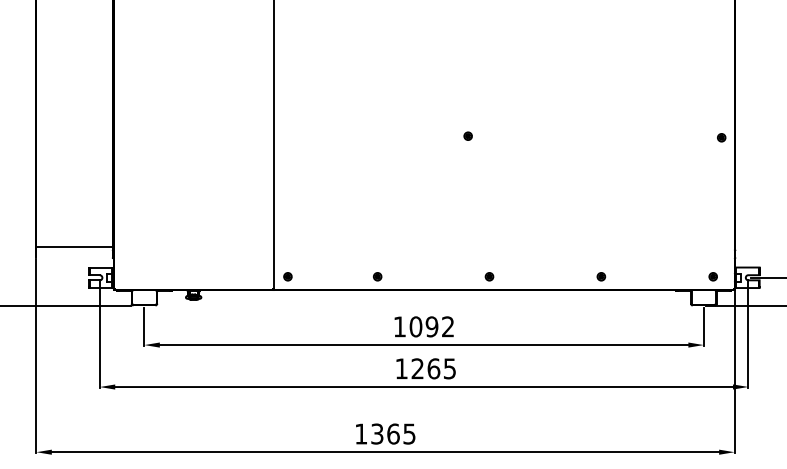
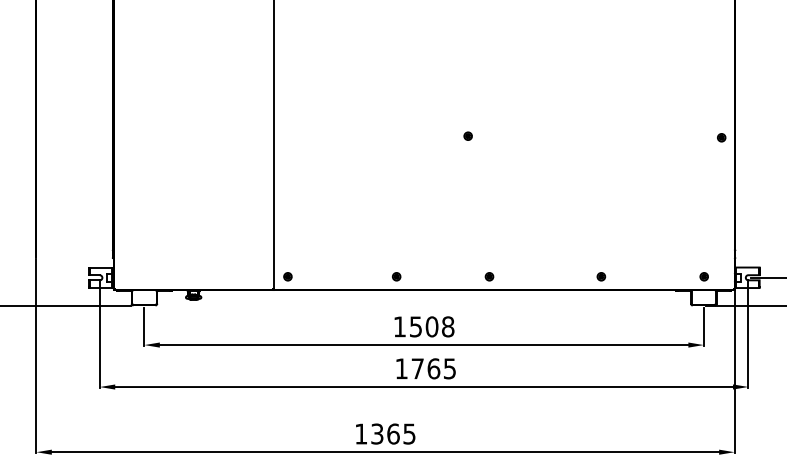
line at (74, 246): present -> none
part at (377, 276) position: (377, 276) -> (396, 276)
part at (712, 276) position: (712, 276) -> (703, 276)
text at (431, 326): 1092 -> 1508
text at (417, 368): 1265 -> 1765
